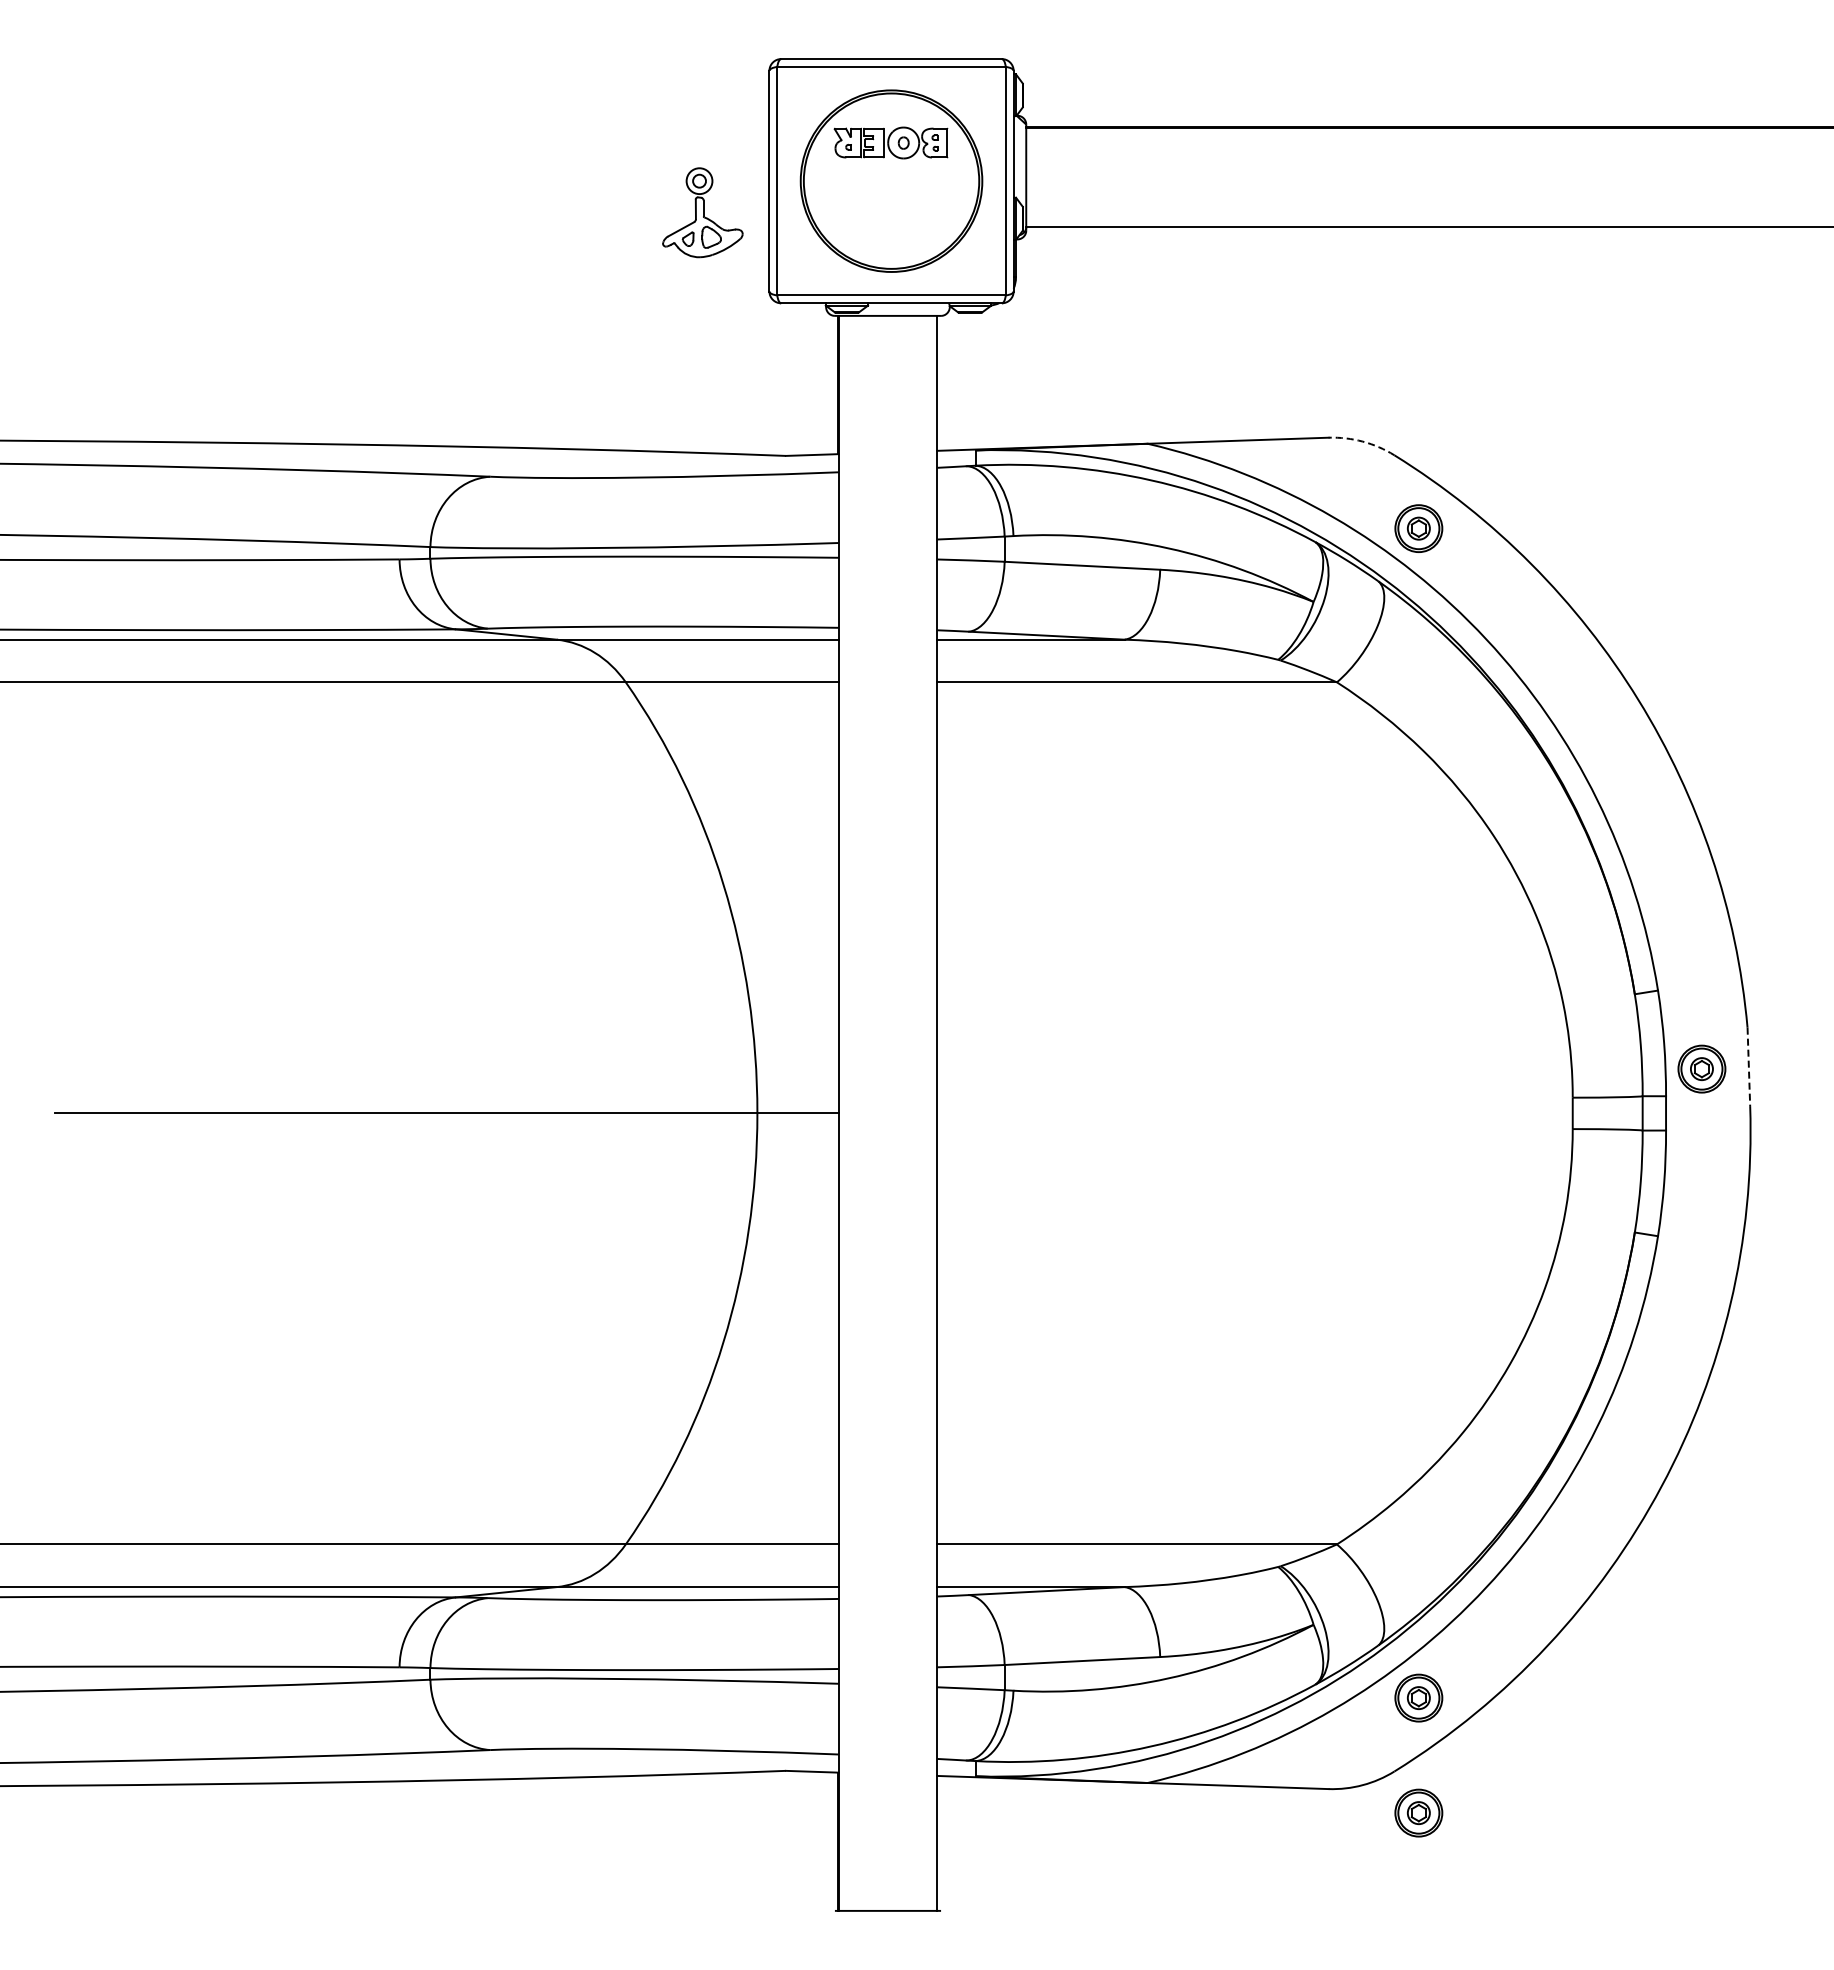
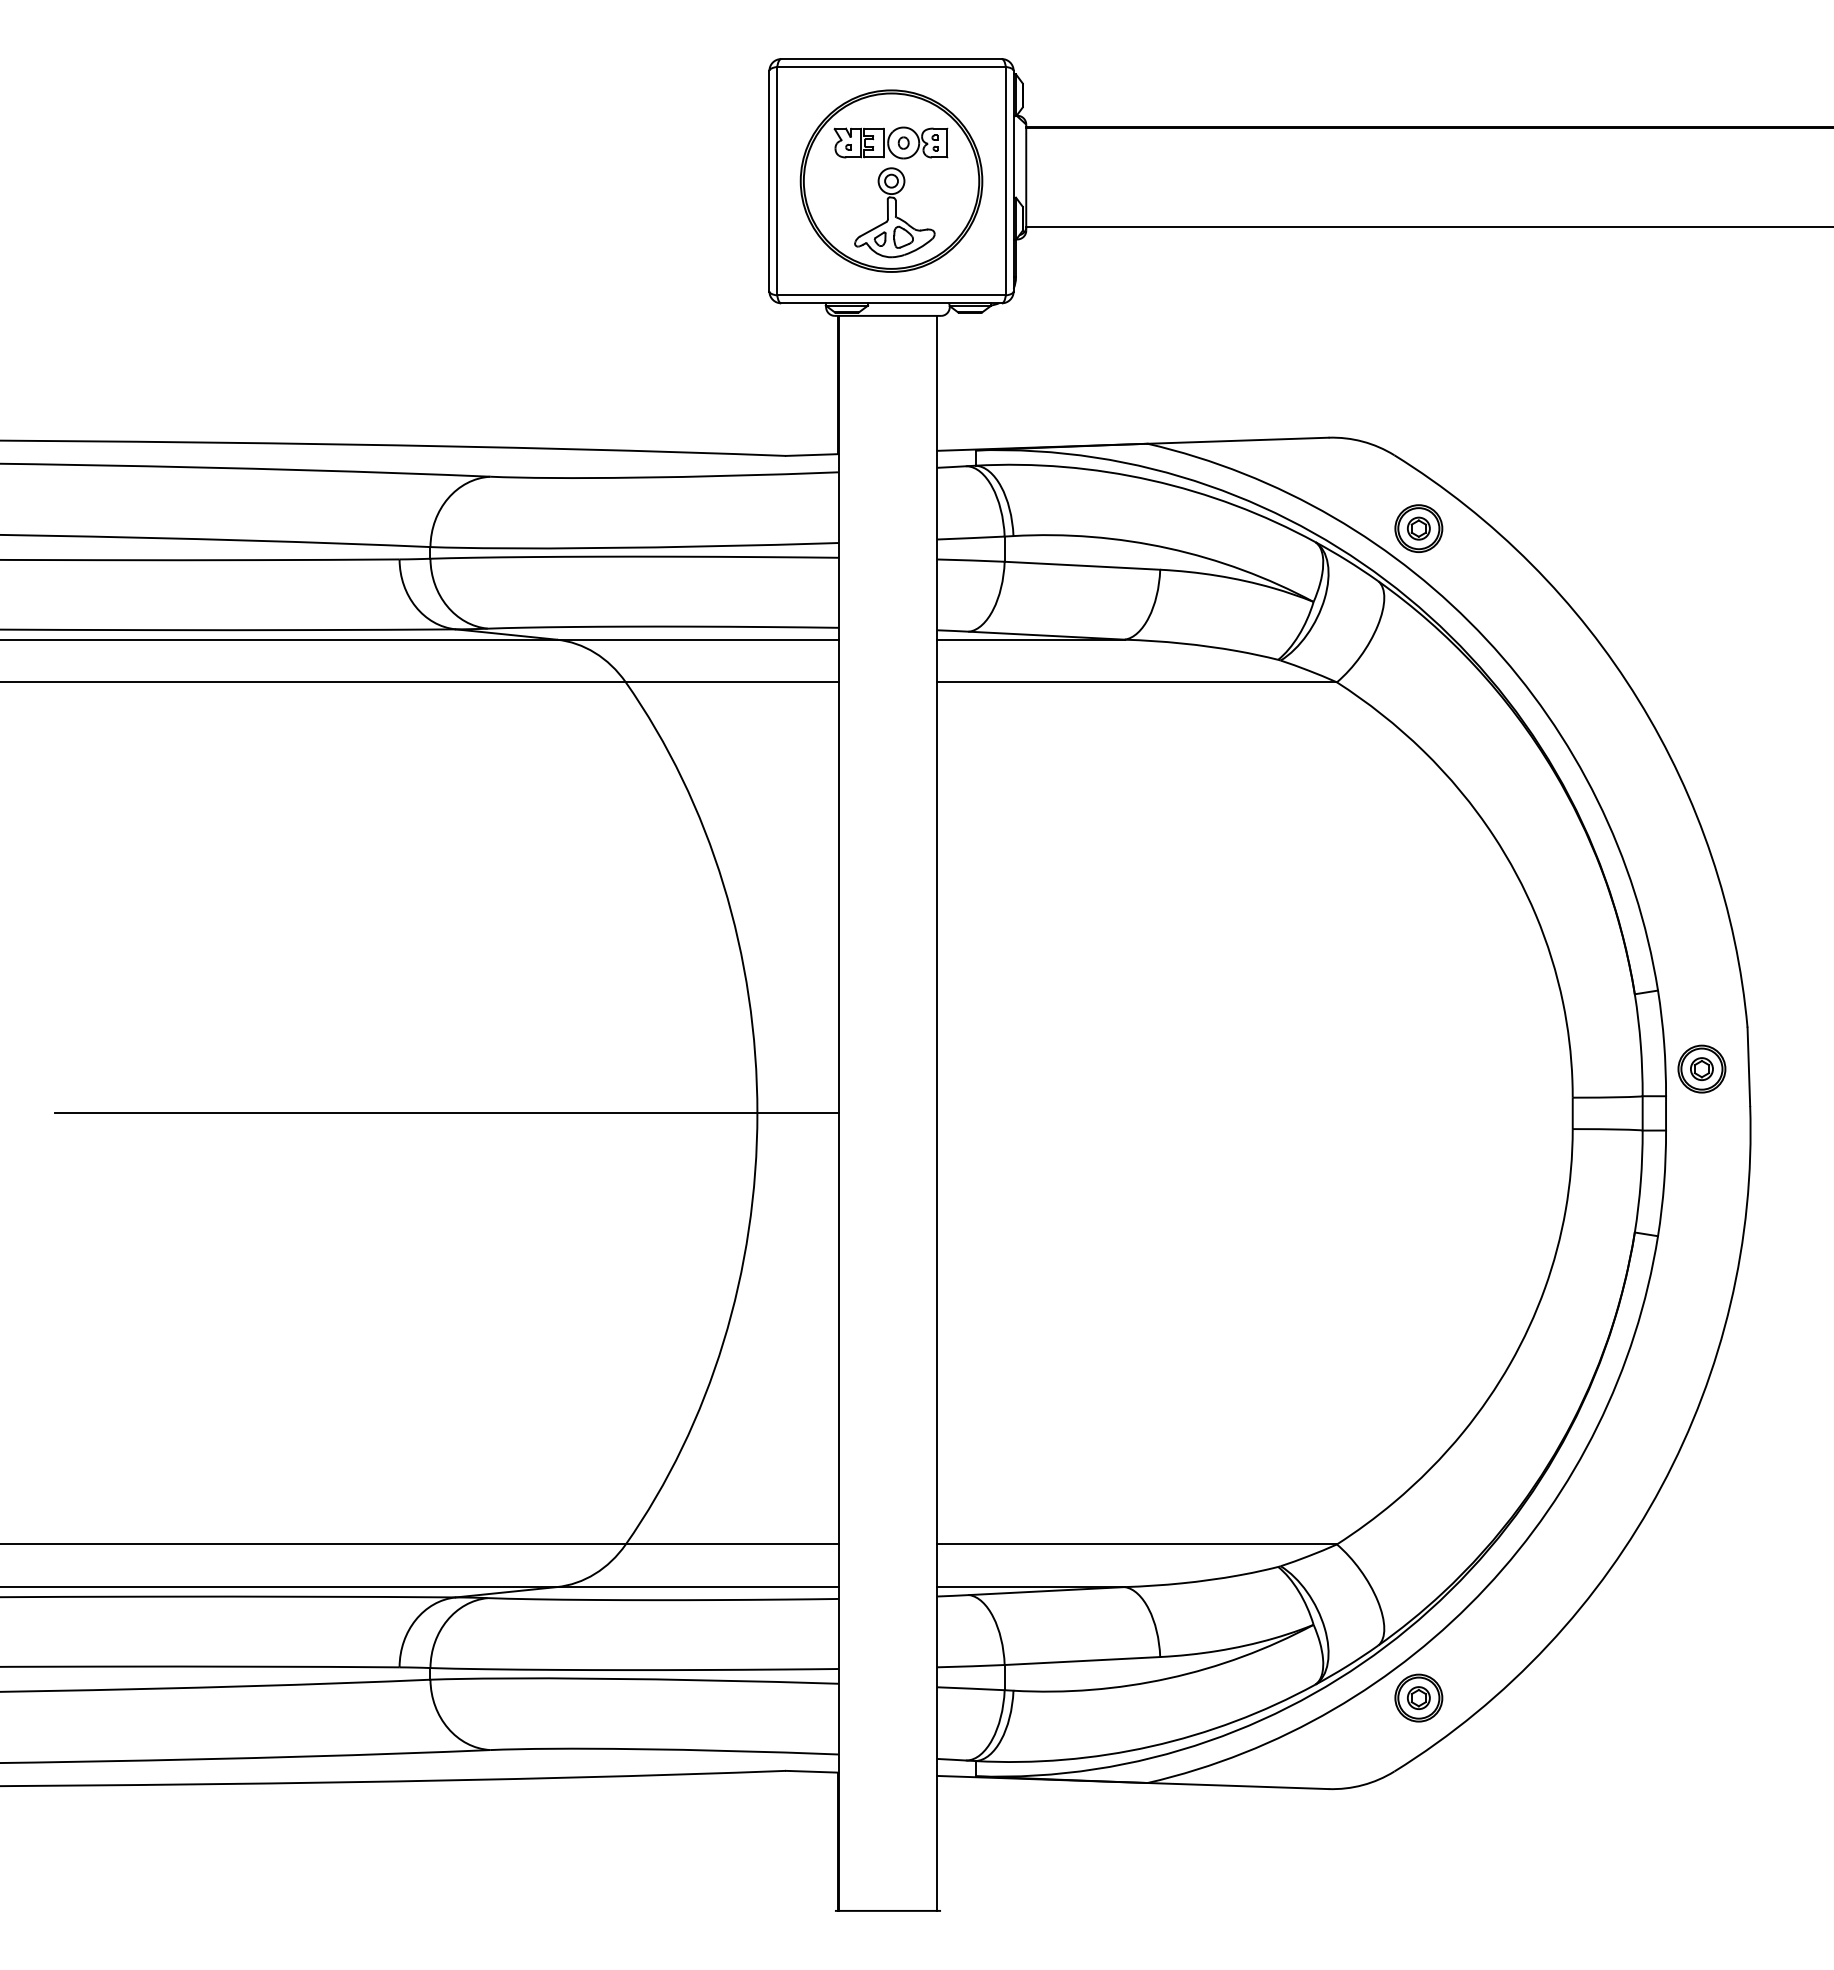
part at (702, 212) position: (702, 212) -> (894, 212)
arc at (1362, 441): dashed -> solid
line at (1748, 1067): dashed -> solid
part at (1418, 1812): present -> none
